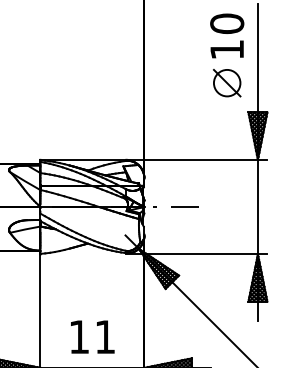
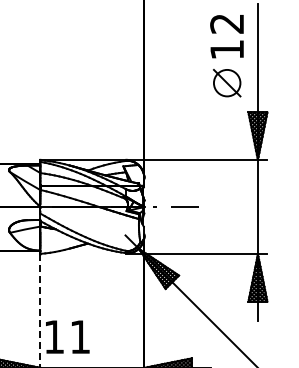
text at (227, 23): 10 -> 12
line at (40, 311): solid -> dashed
text at (92, 336) position: (92, 336) -> (67, 336)
